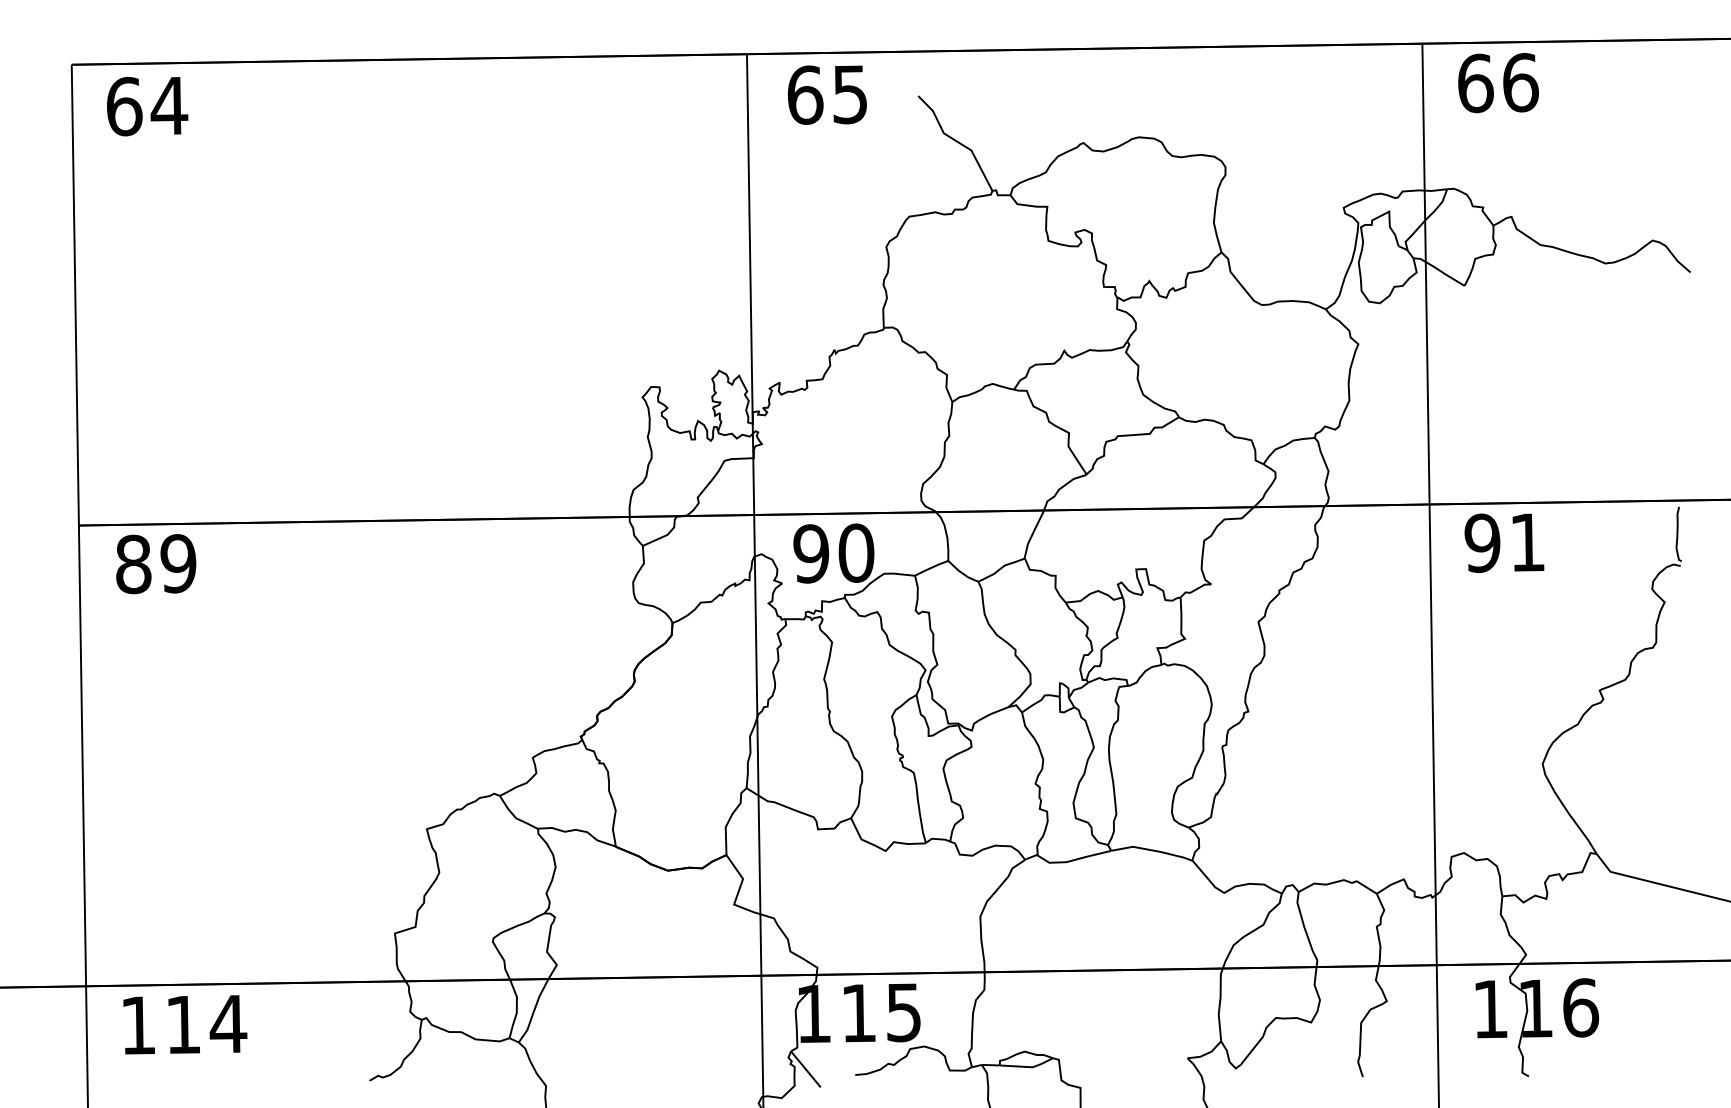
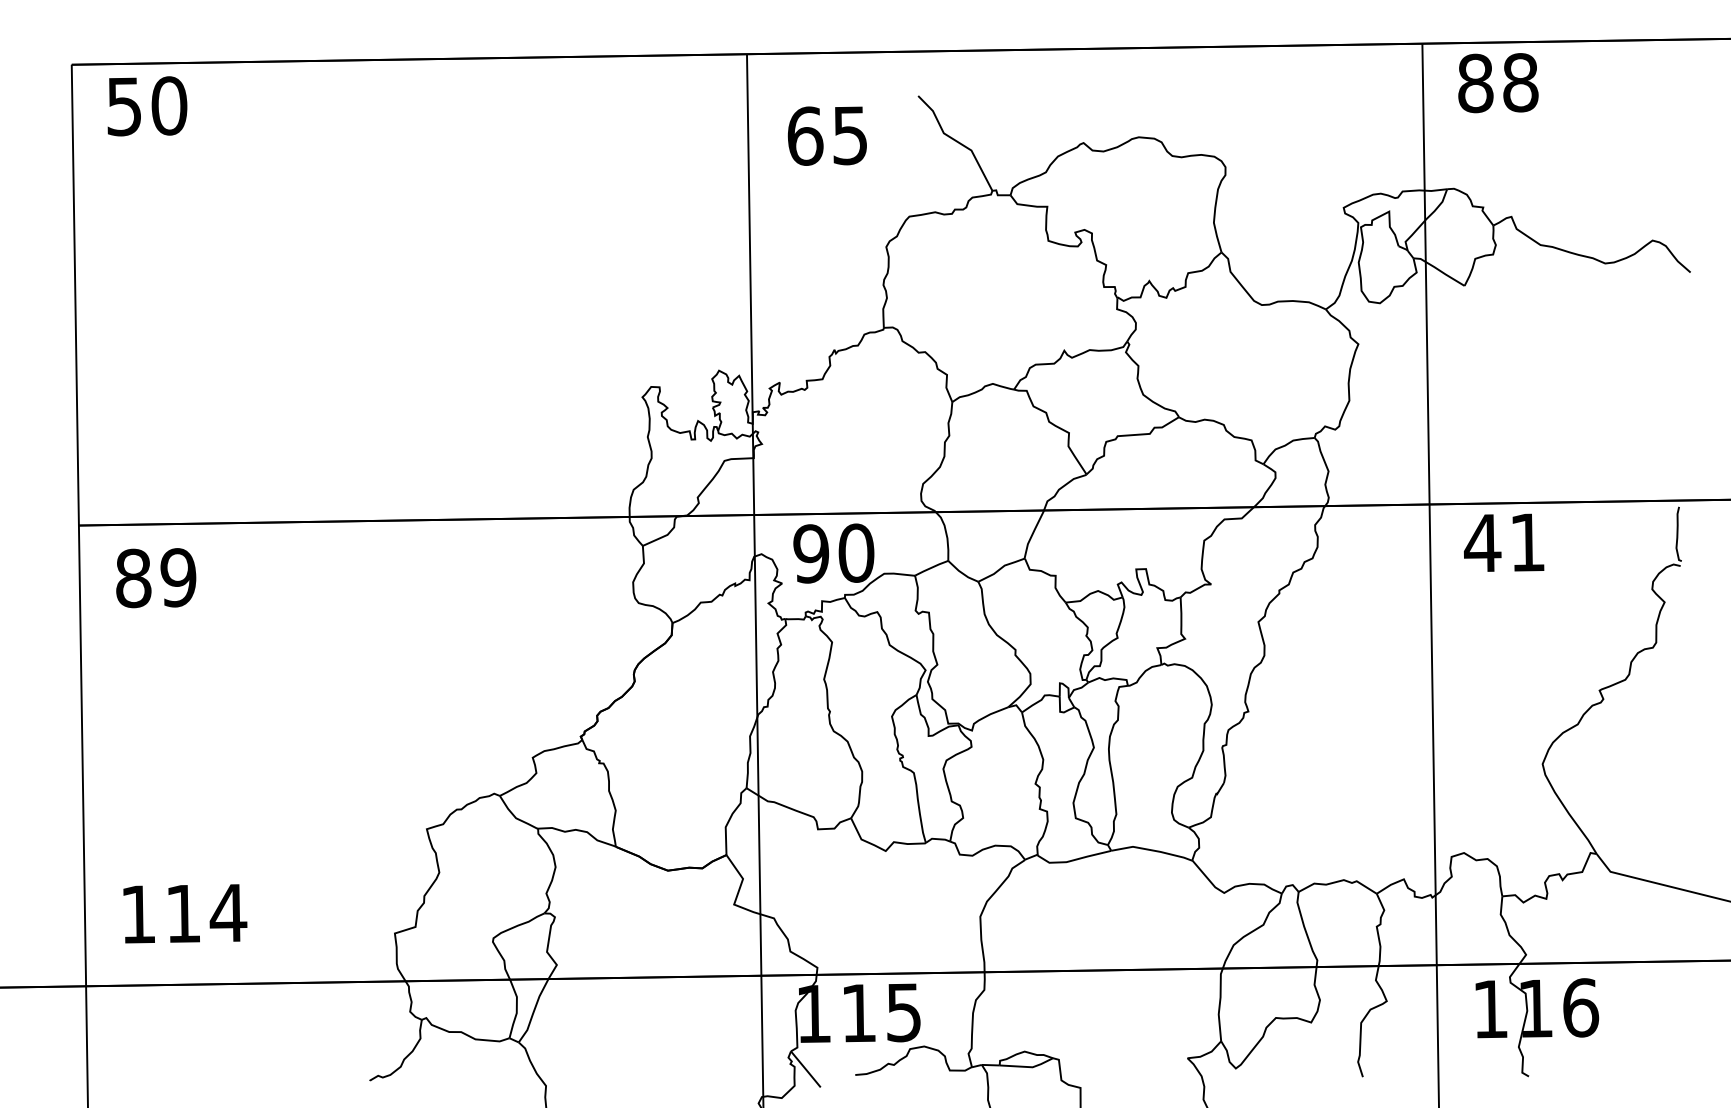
text at (1498, 83): 66 -> 88
text at (826, 94) position: (826, 94) -> (826, 135)
text at (147, 106): 64 -> 50
text at (1482, 543): 91 -> 41
text at (156, 564) position: (156, 564) -> (156, 578)
text at (185, 1024) position: (185, 1024) -> (185, 913)
